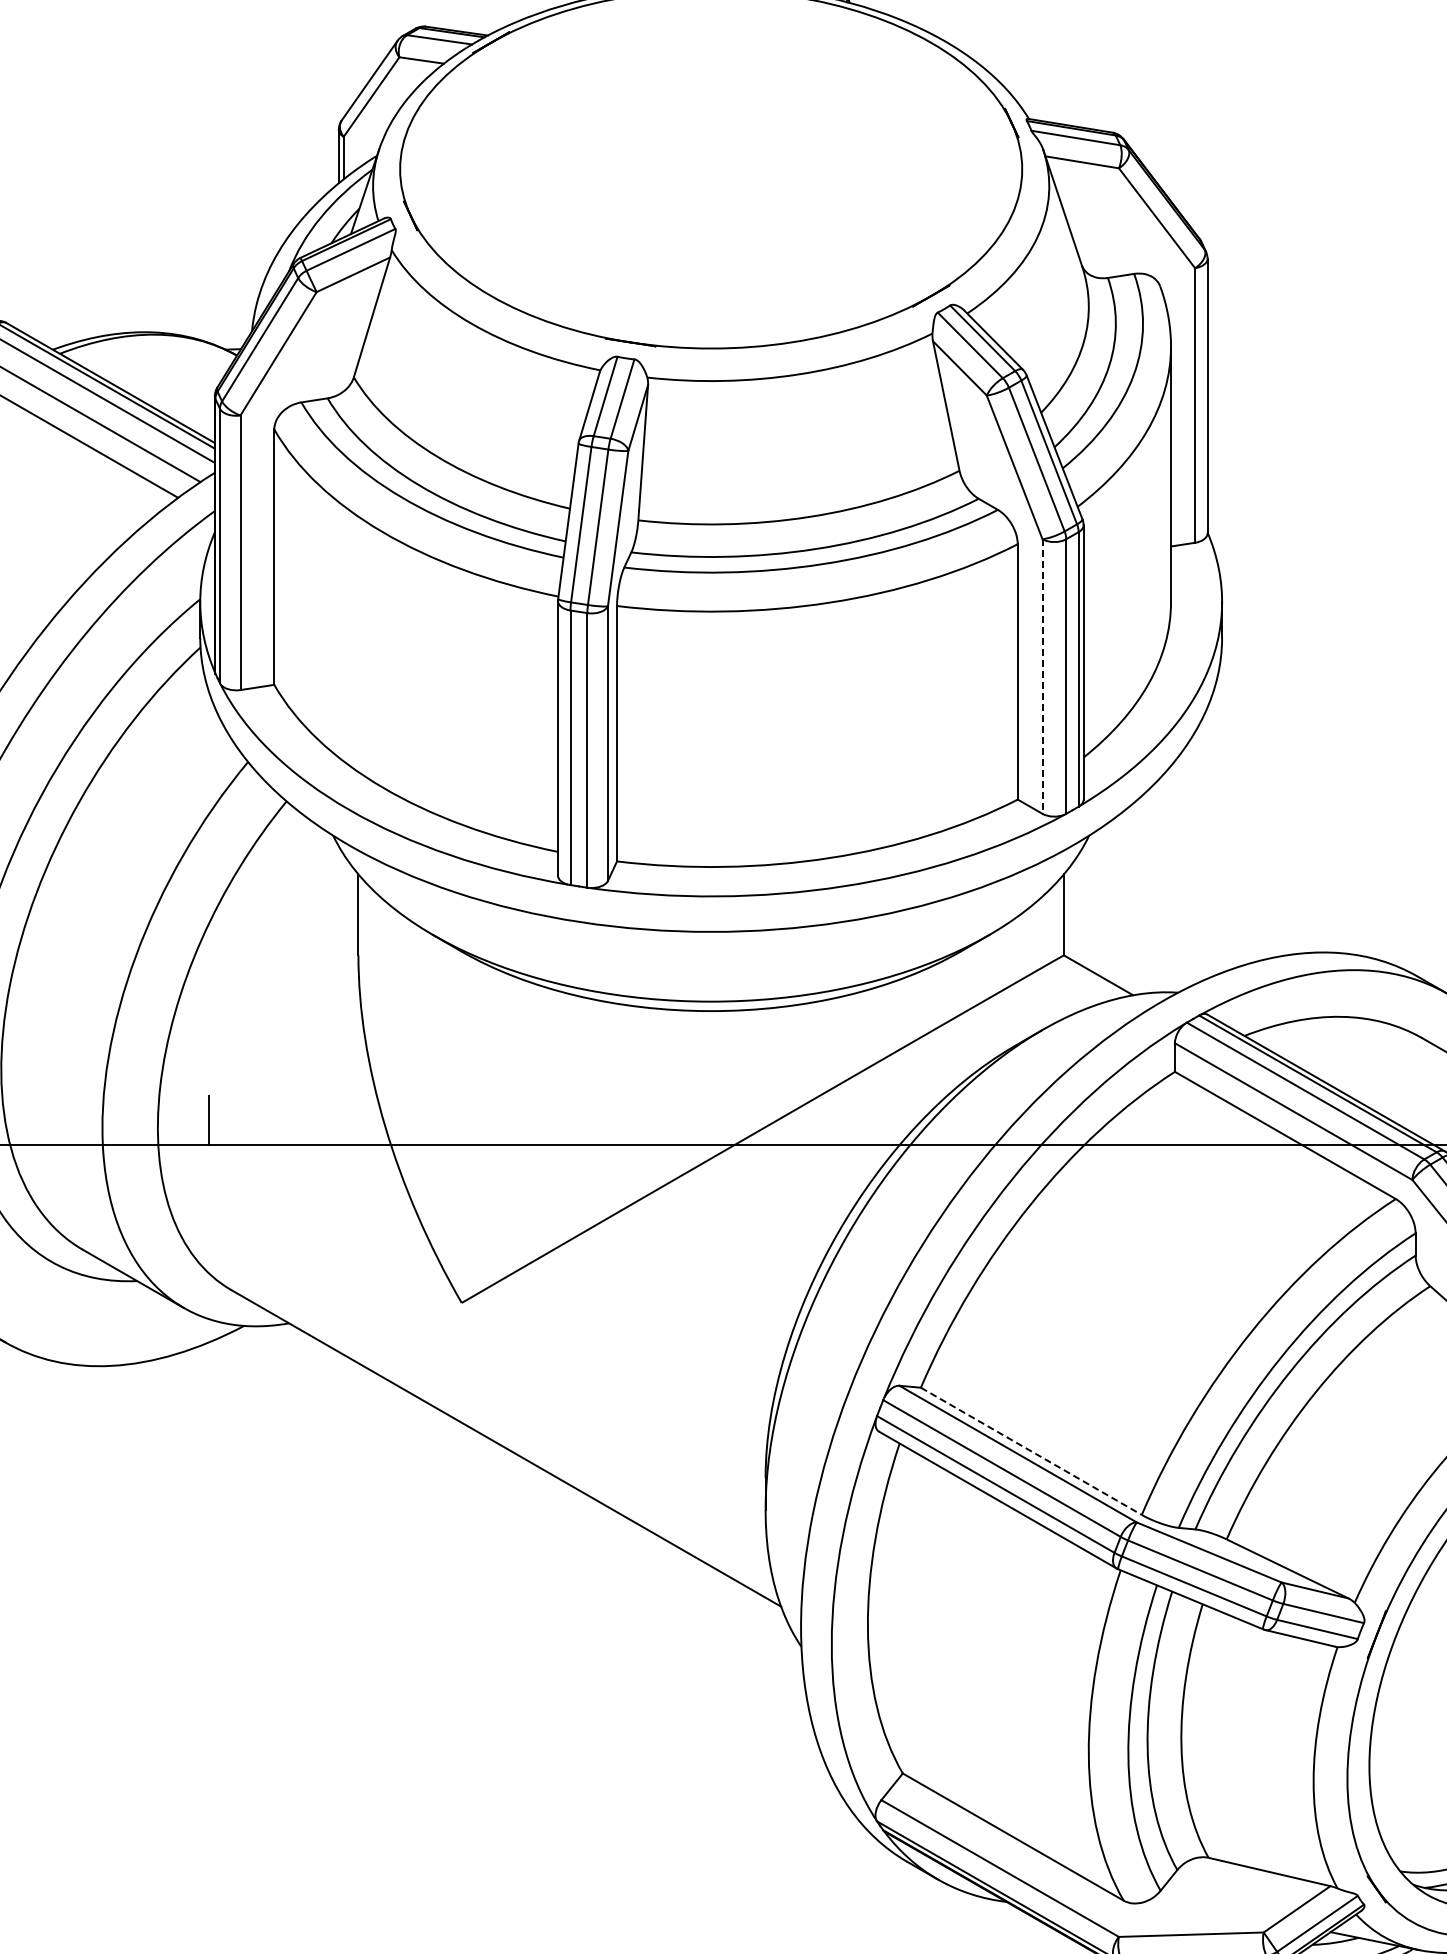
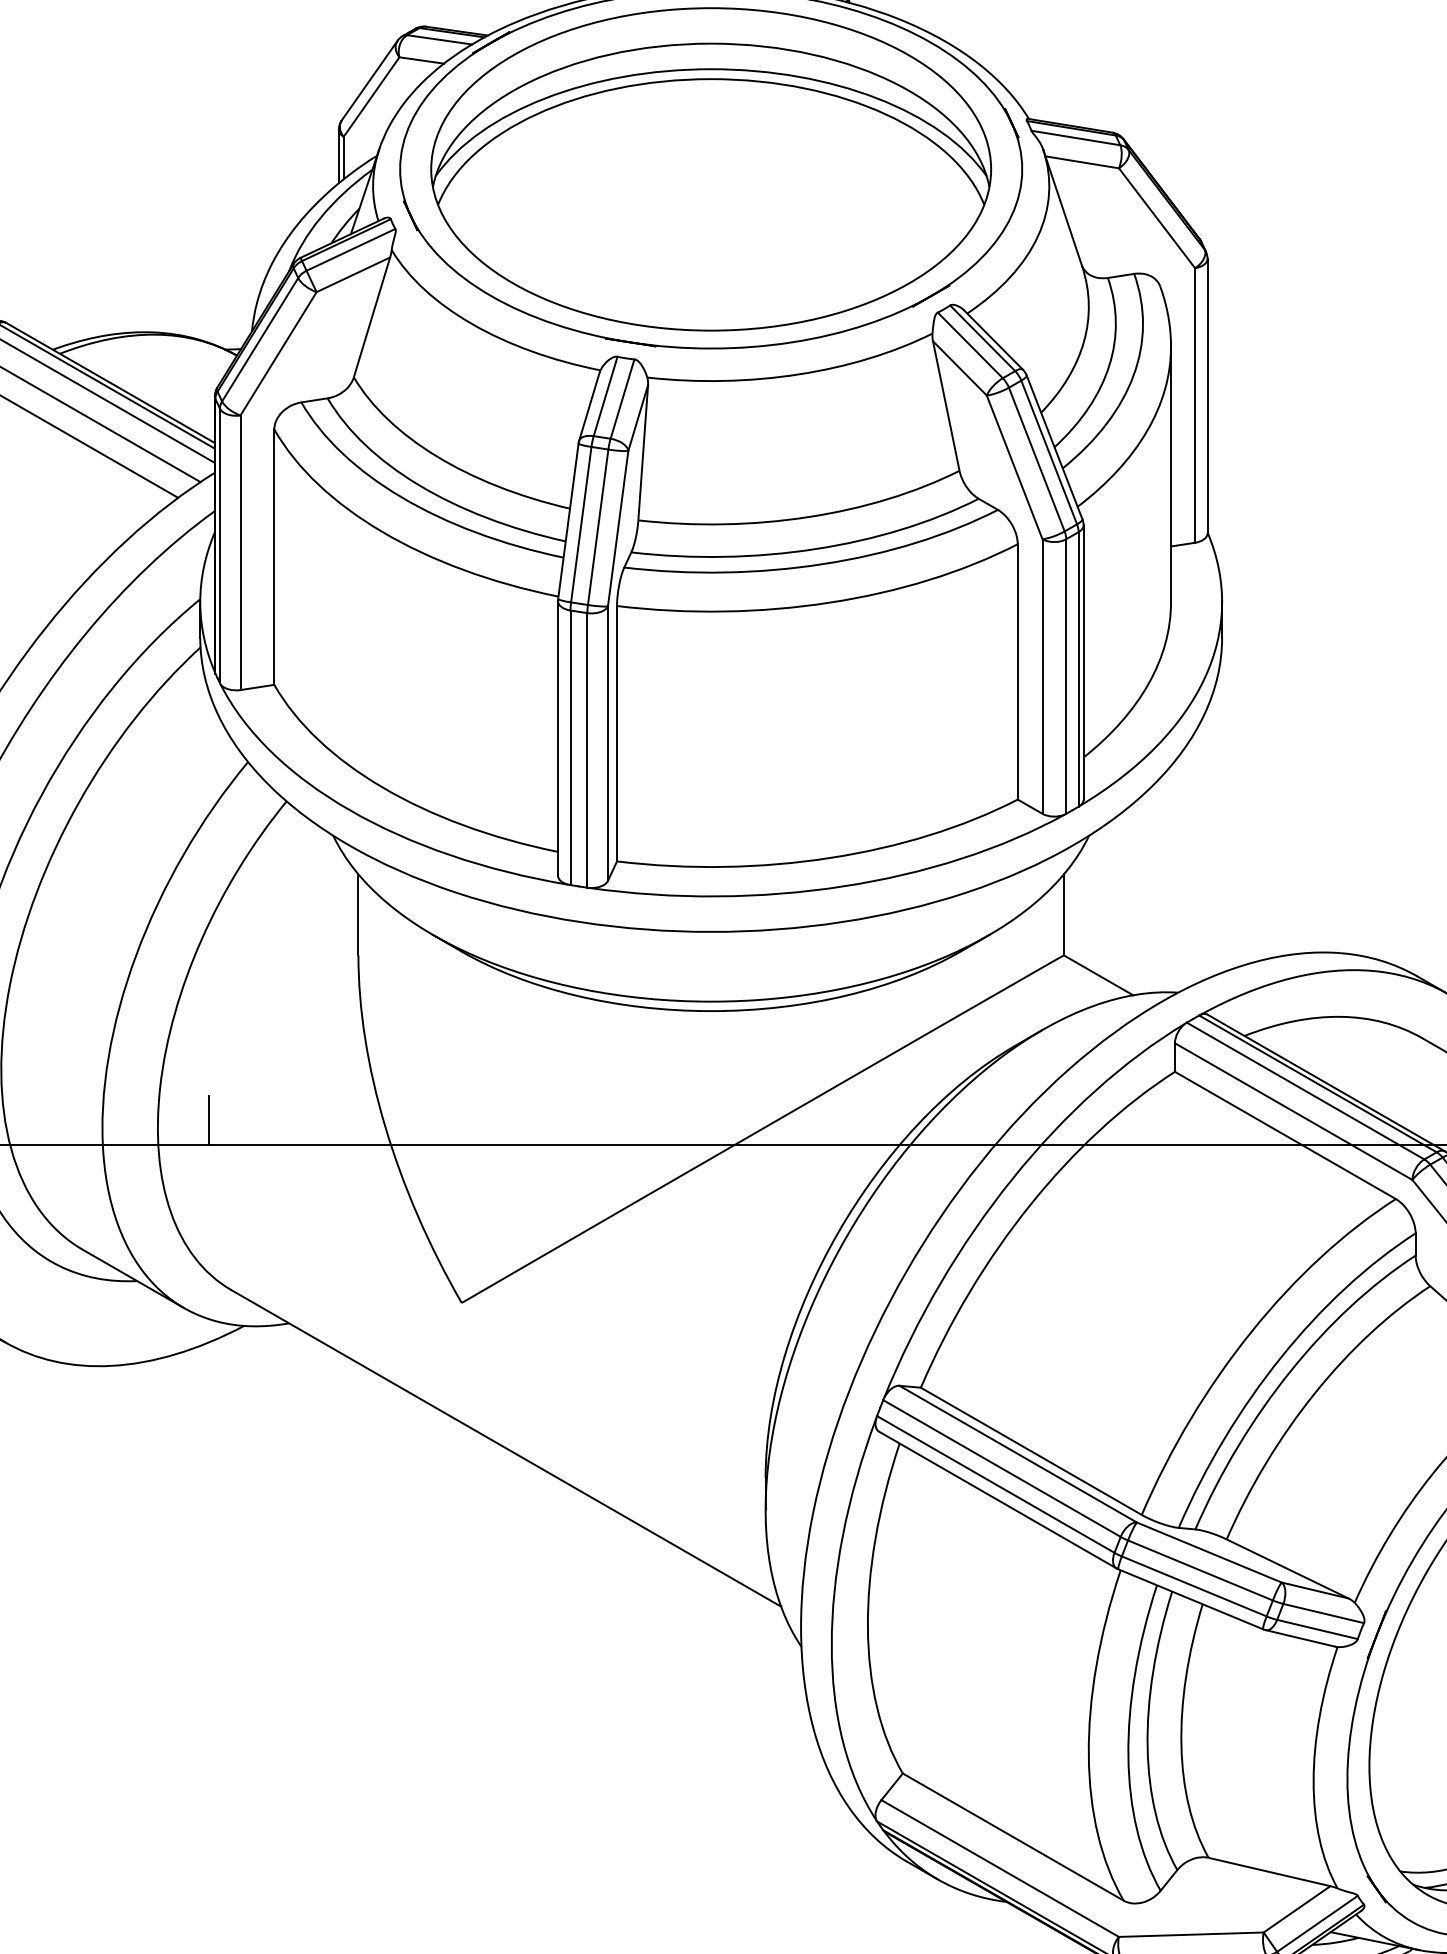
part at (710, 169): none -> present
line at (1042, 677): dashed -> solid
line at (1031, 1451): dashed -> solid
